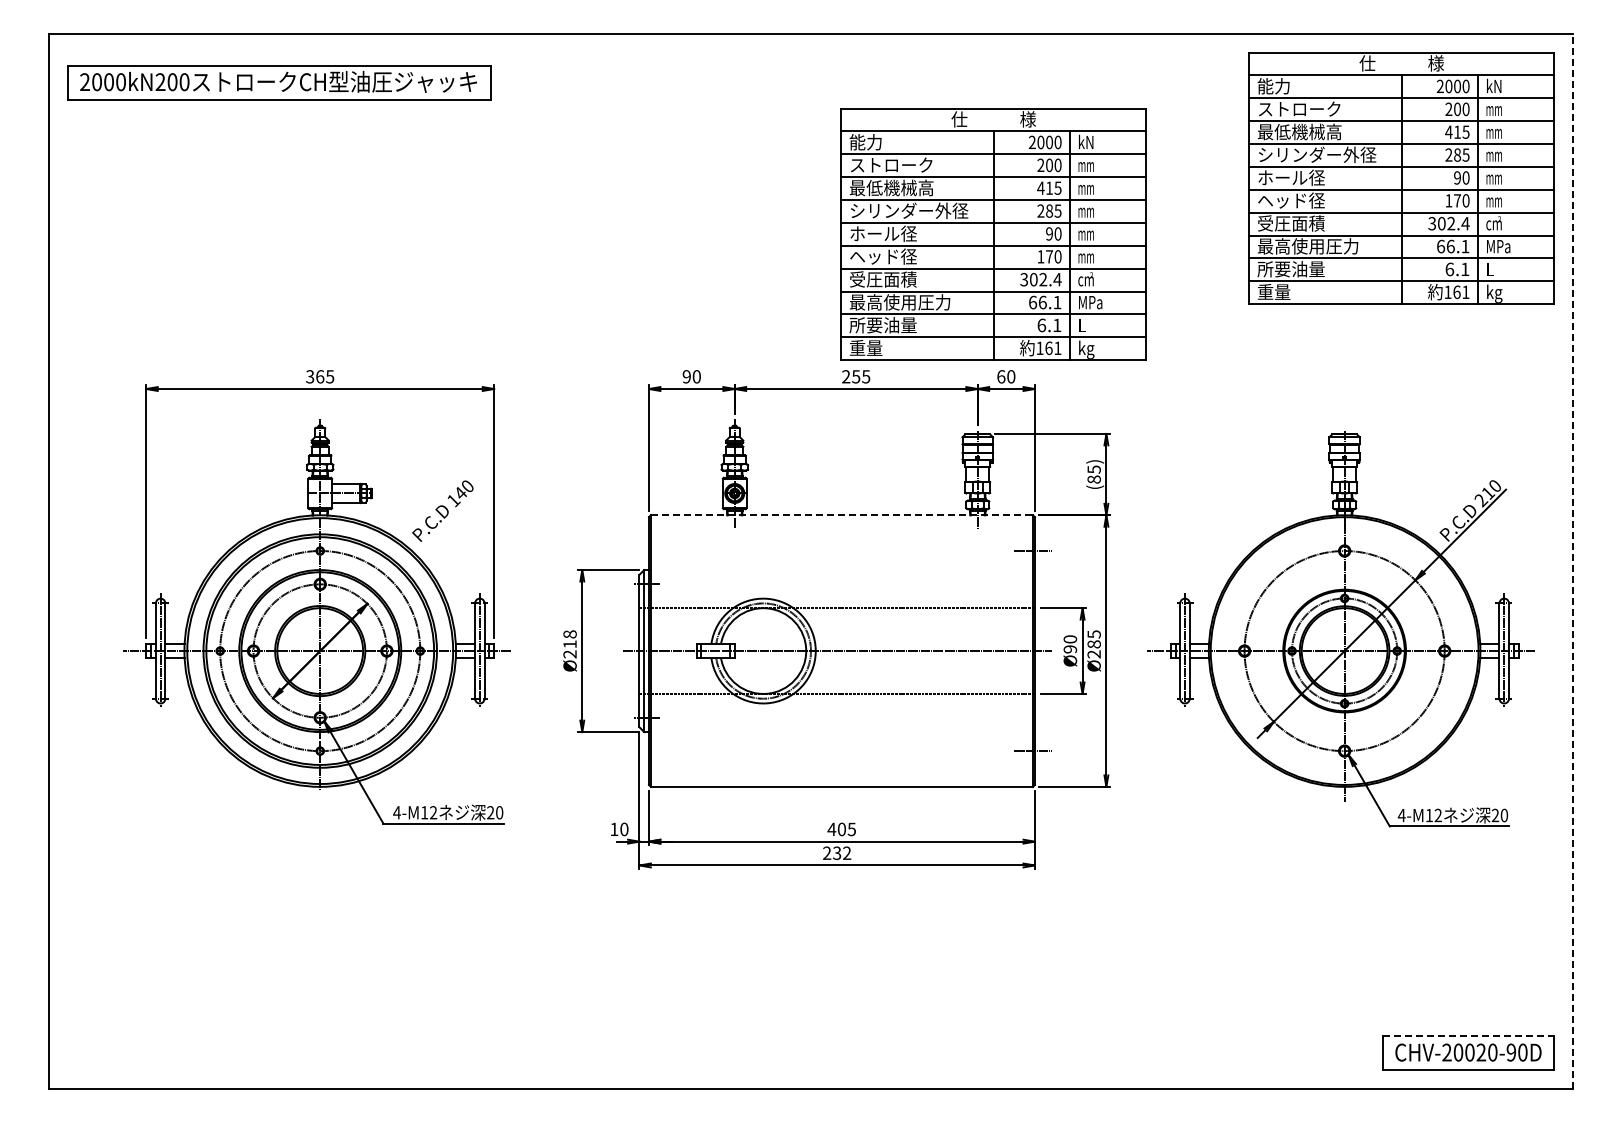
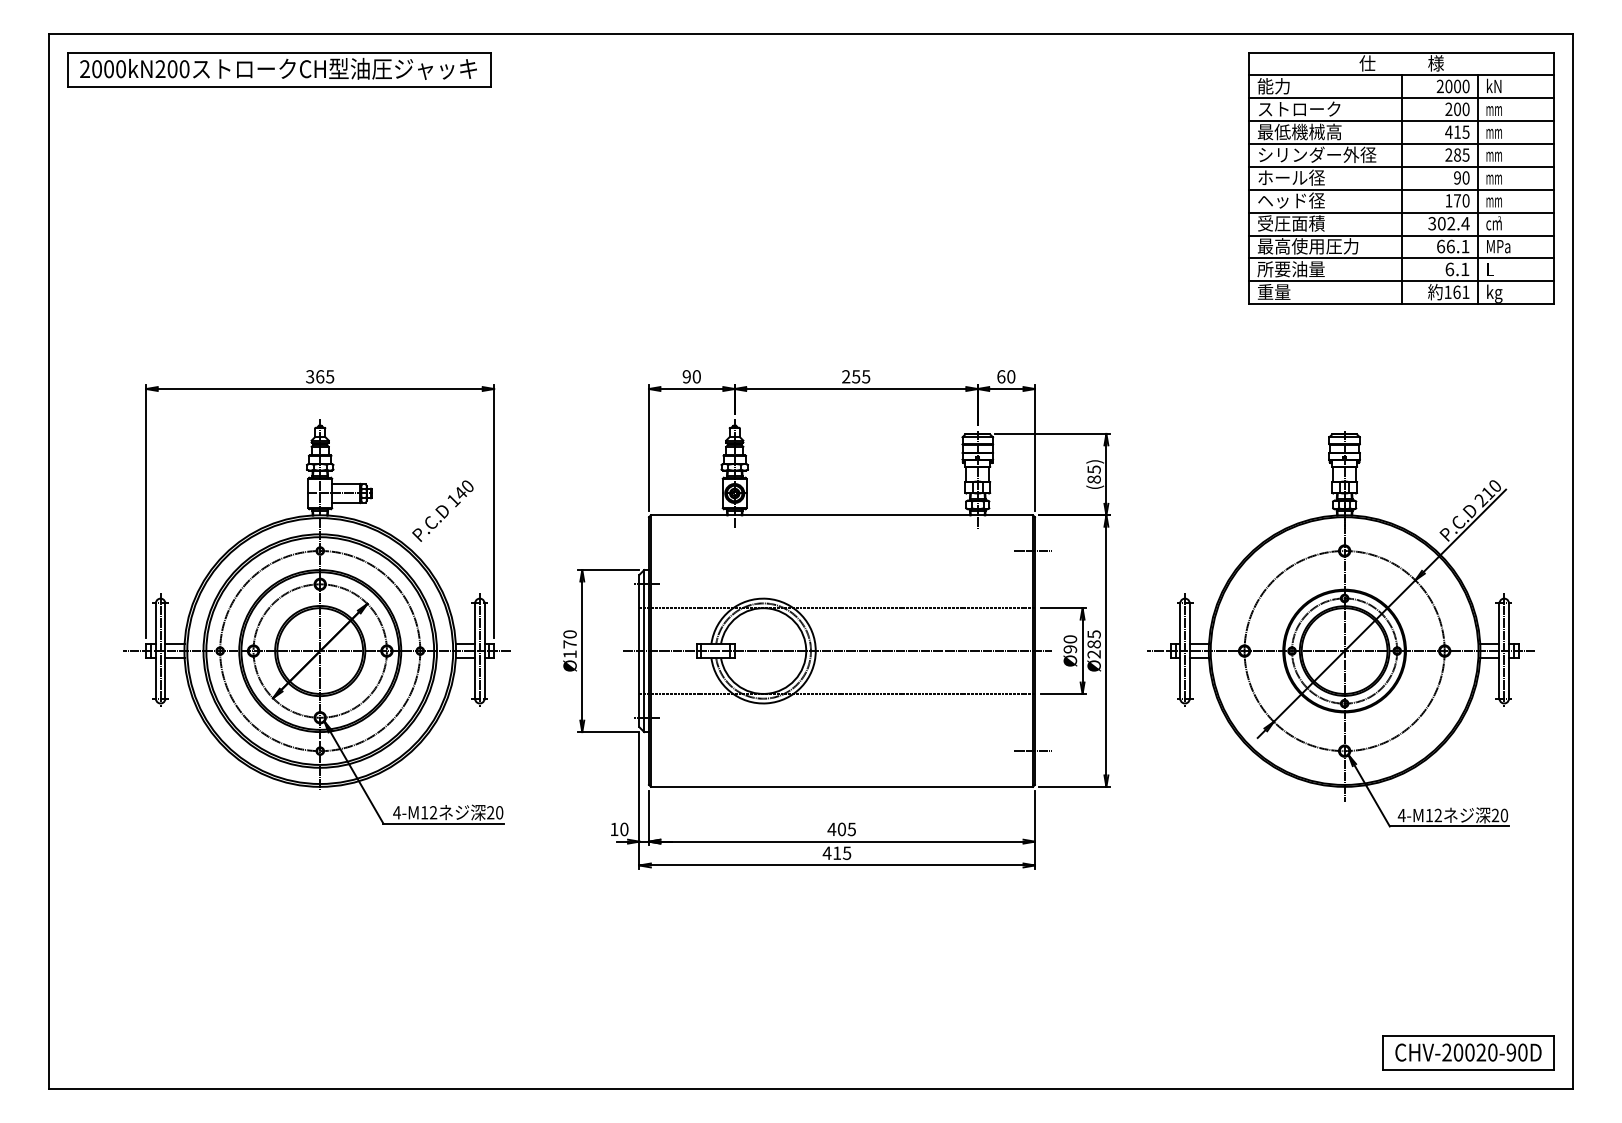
part at (279, 82) position: (279, 82) -> (279, 69)
part at (993, 234): present -> none
line at (842, 515): dashed -> solid
line at (1573, 561): dashed -> solid
text at (569, 644): Ø218 -> Ø170
text at (836, 852): 232 -> 415
line at (1468, 1036): dashed -> solid
